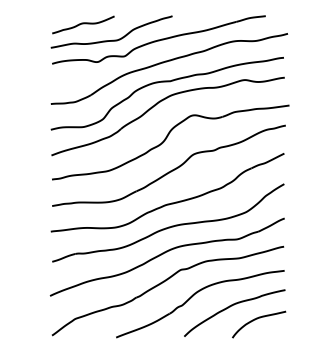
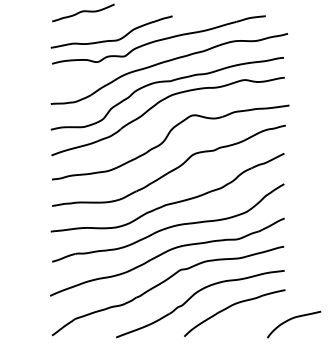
curve at (83, 24) position: (83, 24) -> (83, 12)
curve at (257, 319) position: (257, 319) -> (292, 319)
